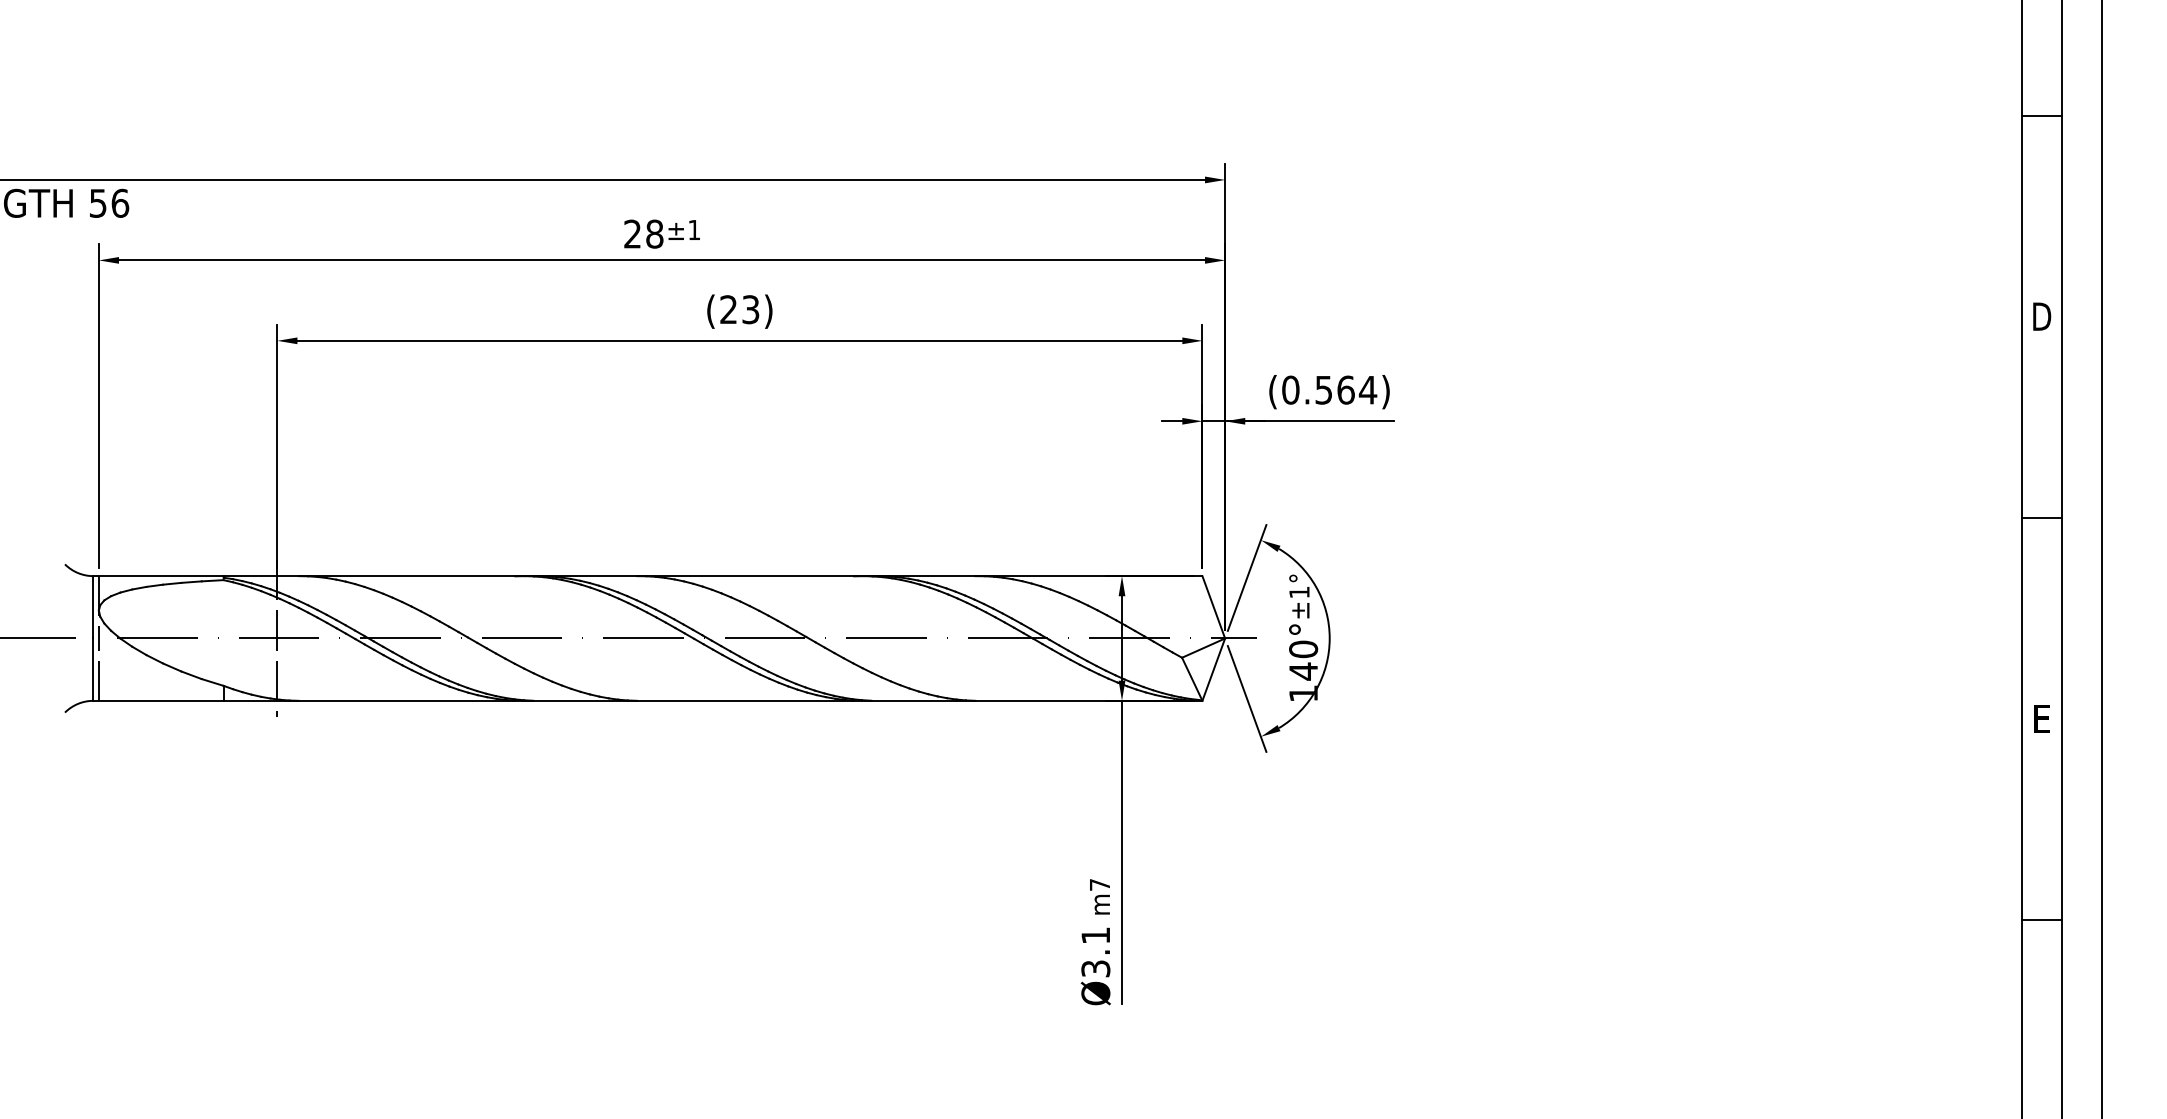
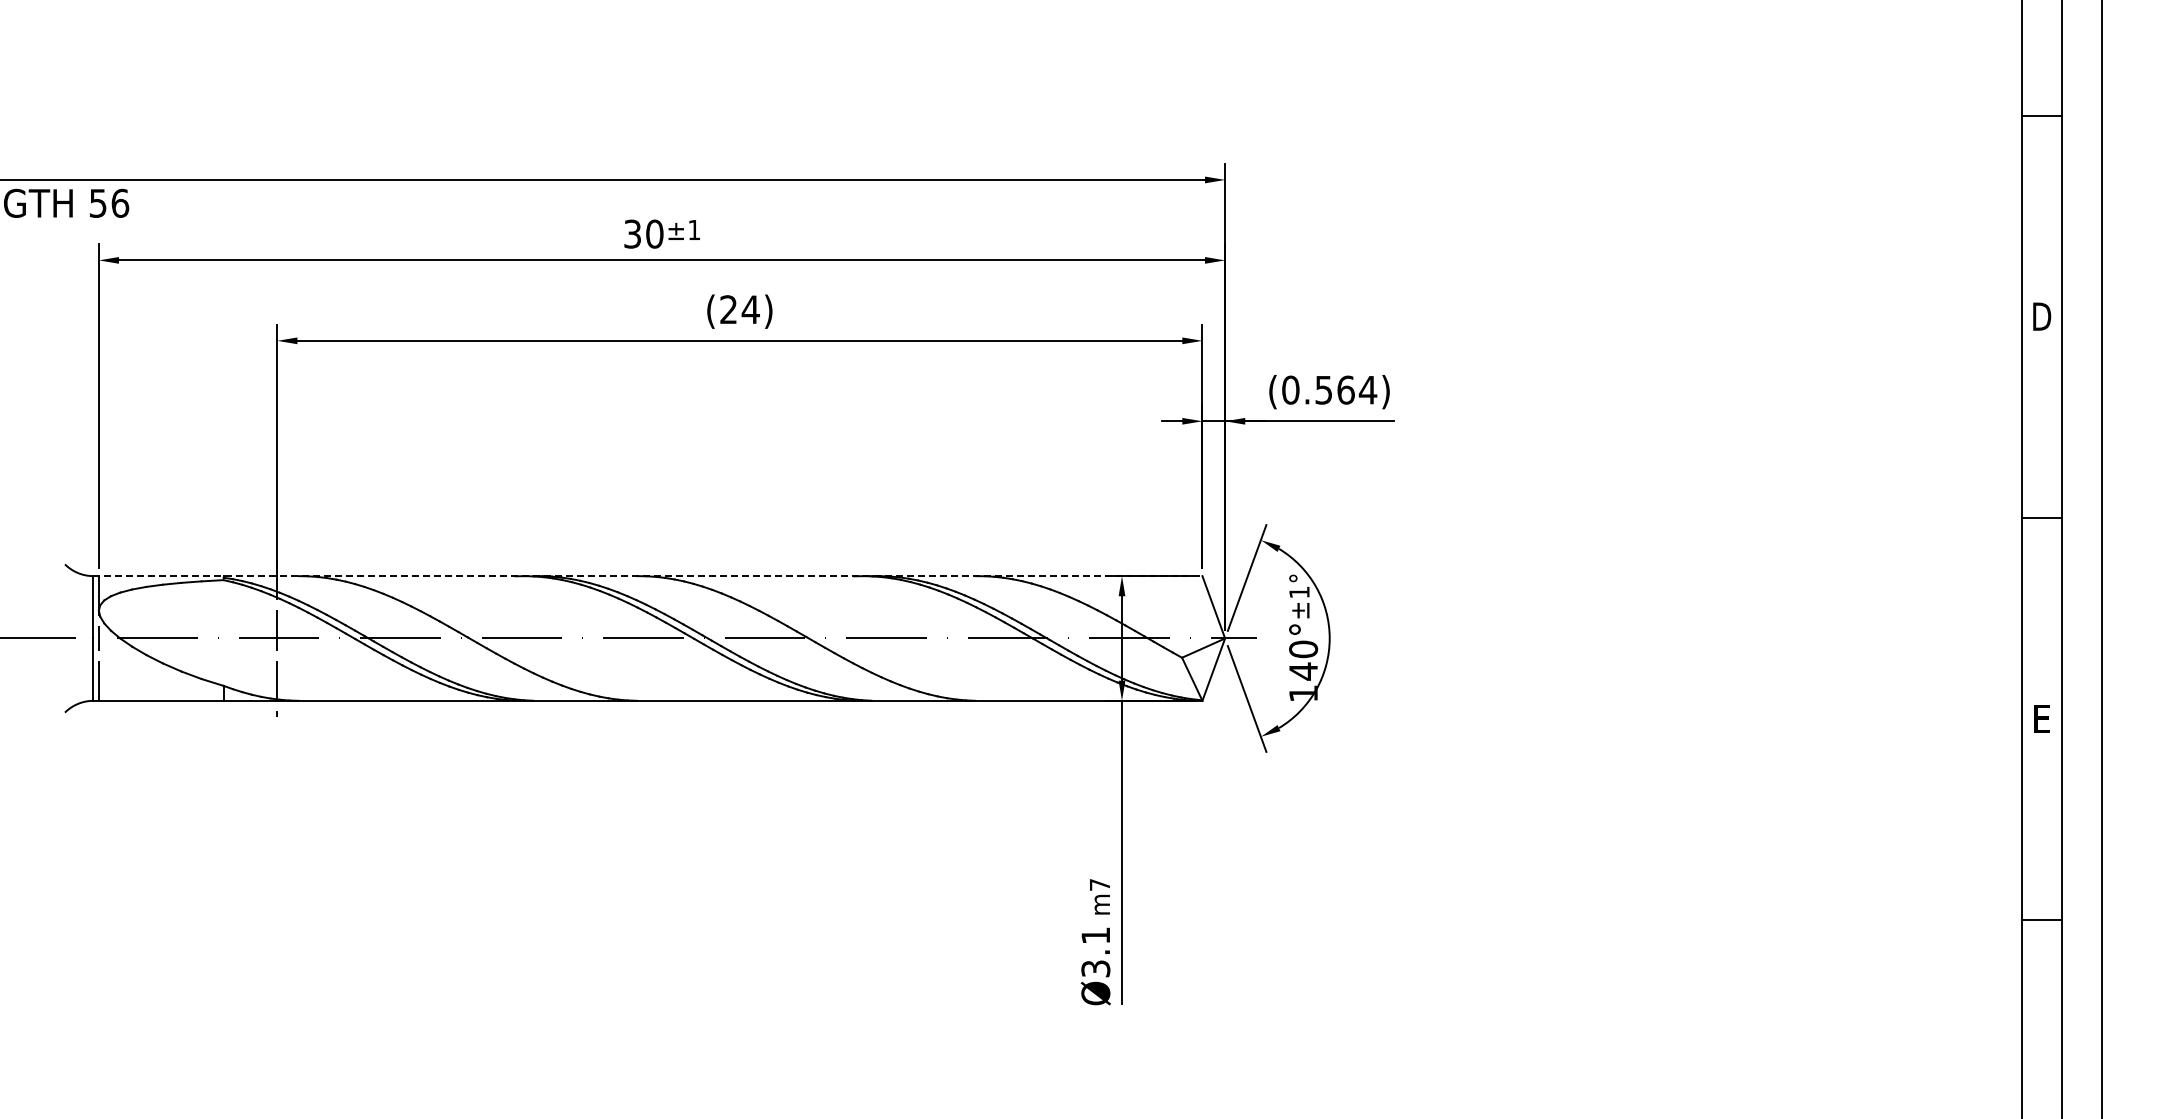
text at (643, 234): 28 -> 30
text at (750, 309): (23) -> (24)
line at (648, 576): solid -> dashed
